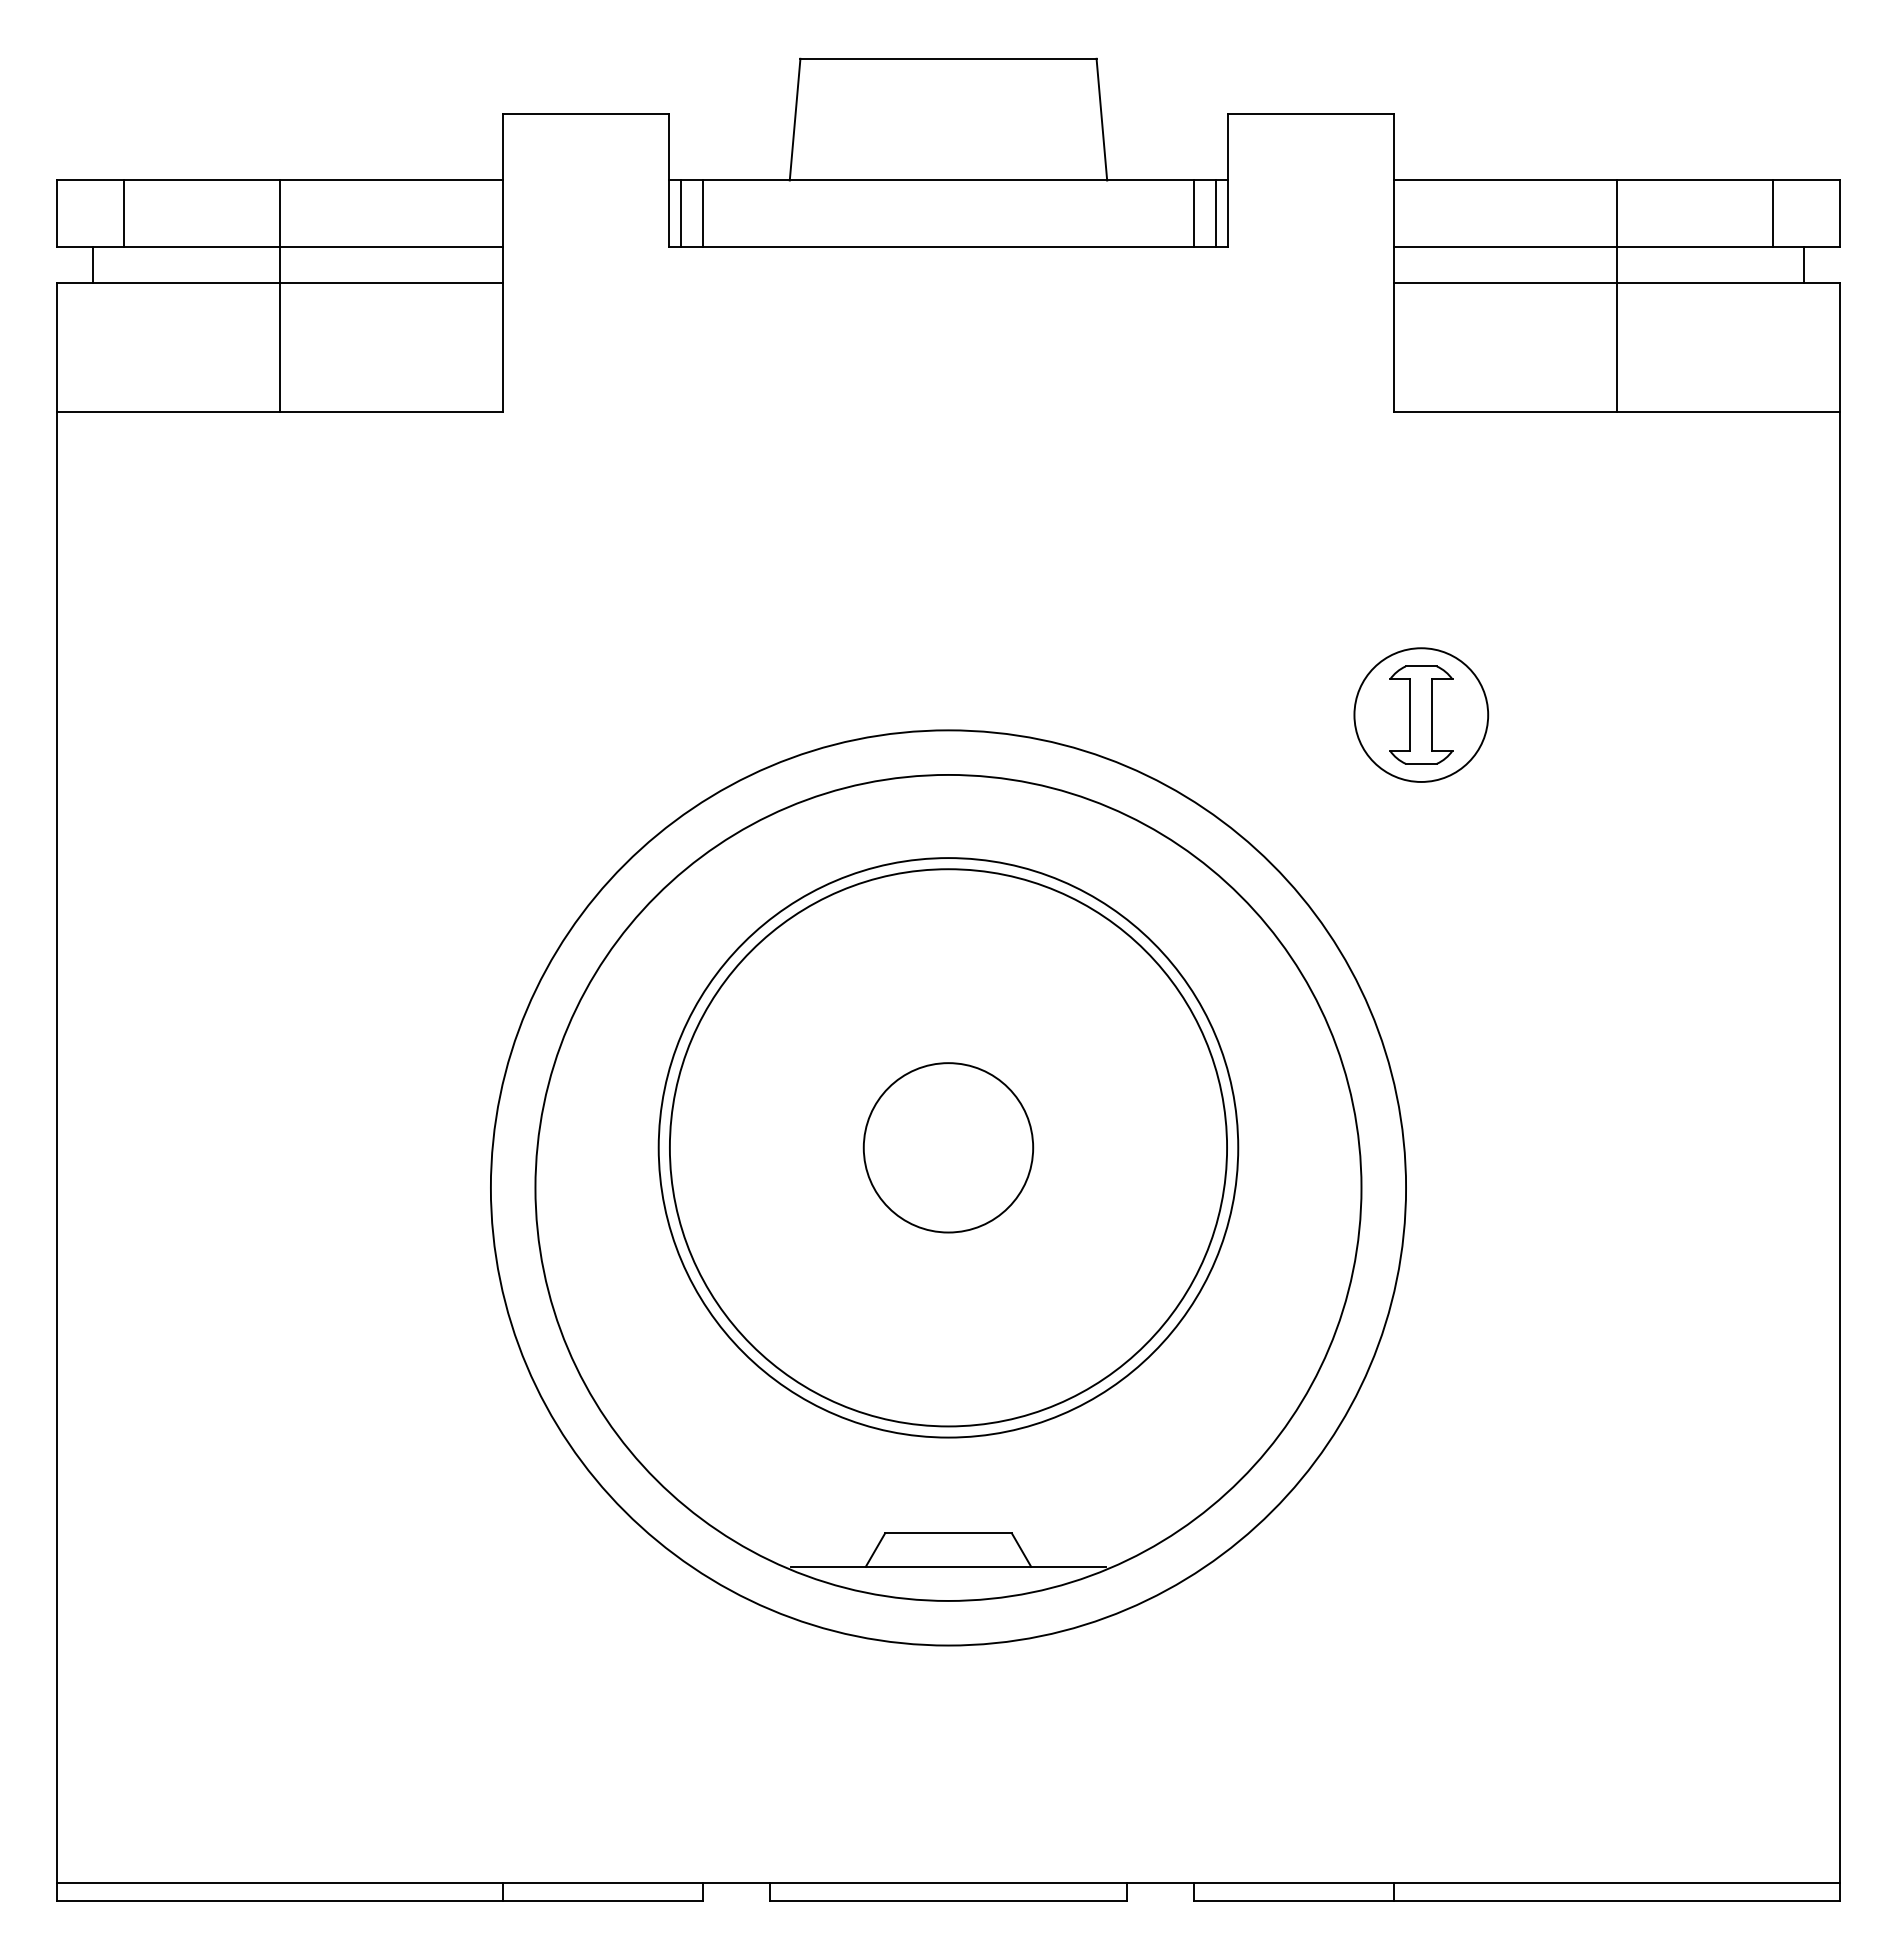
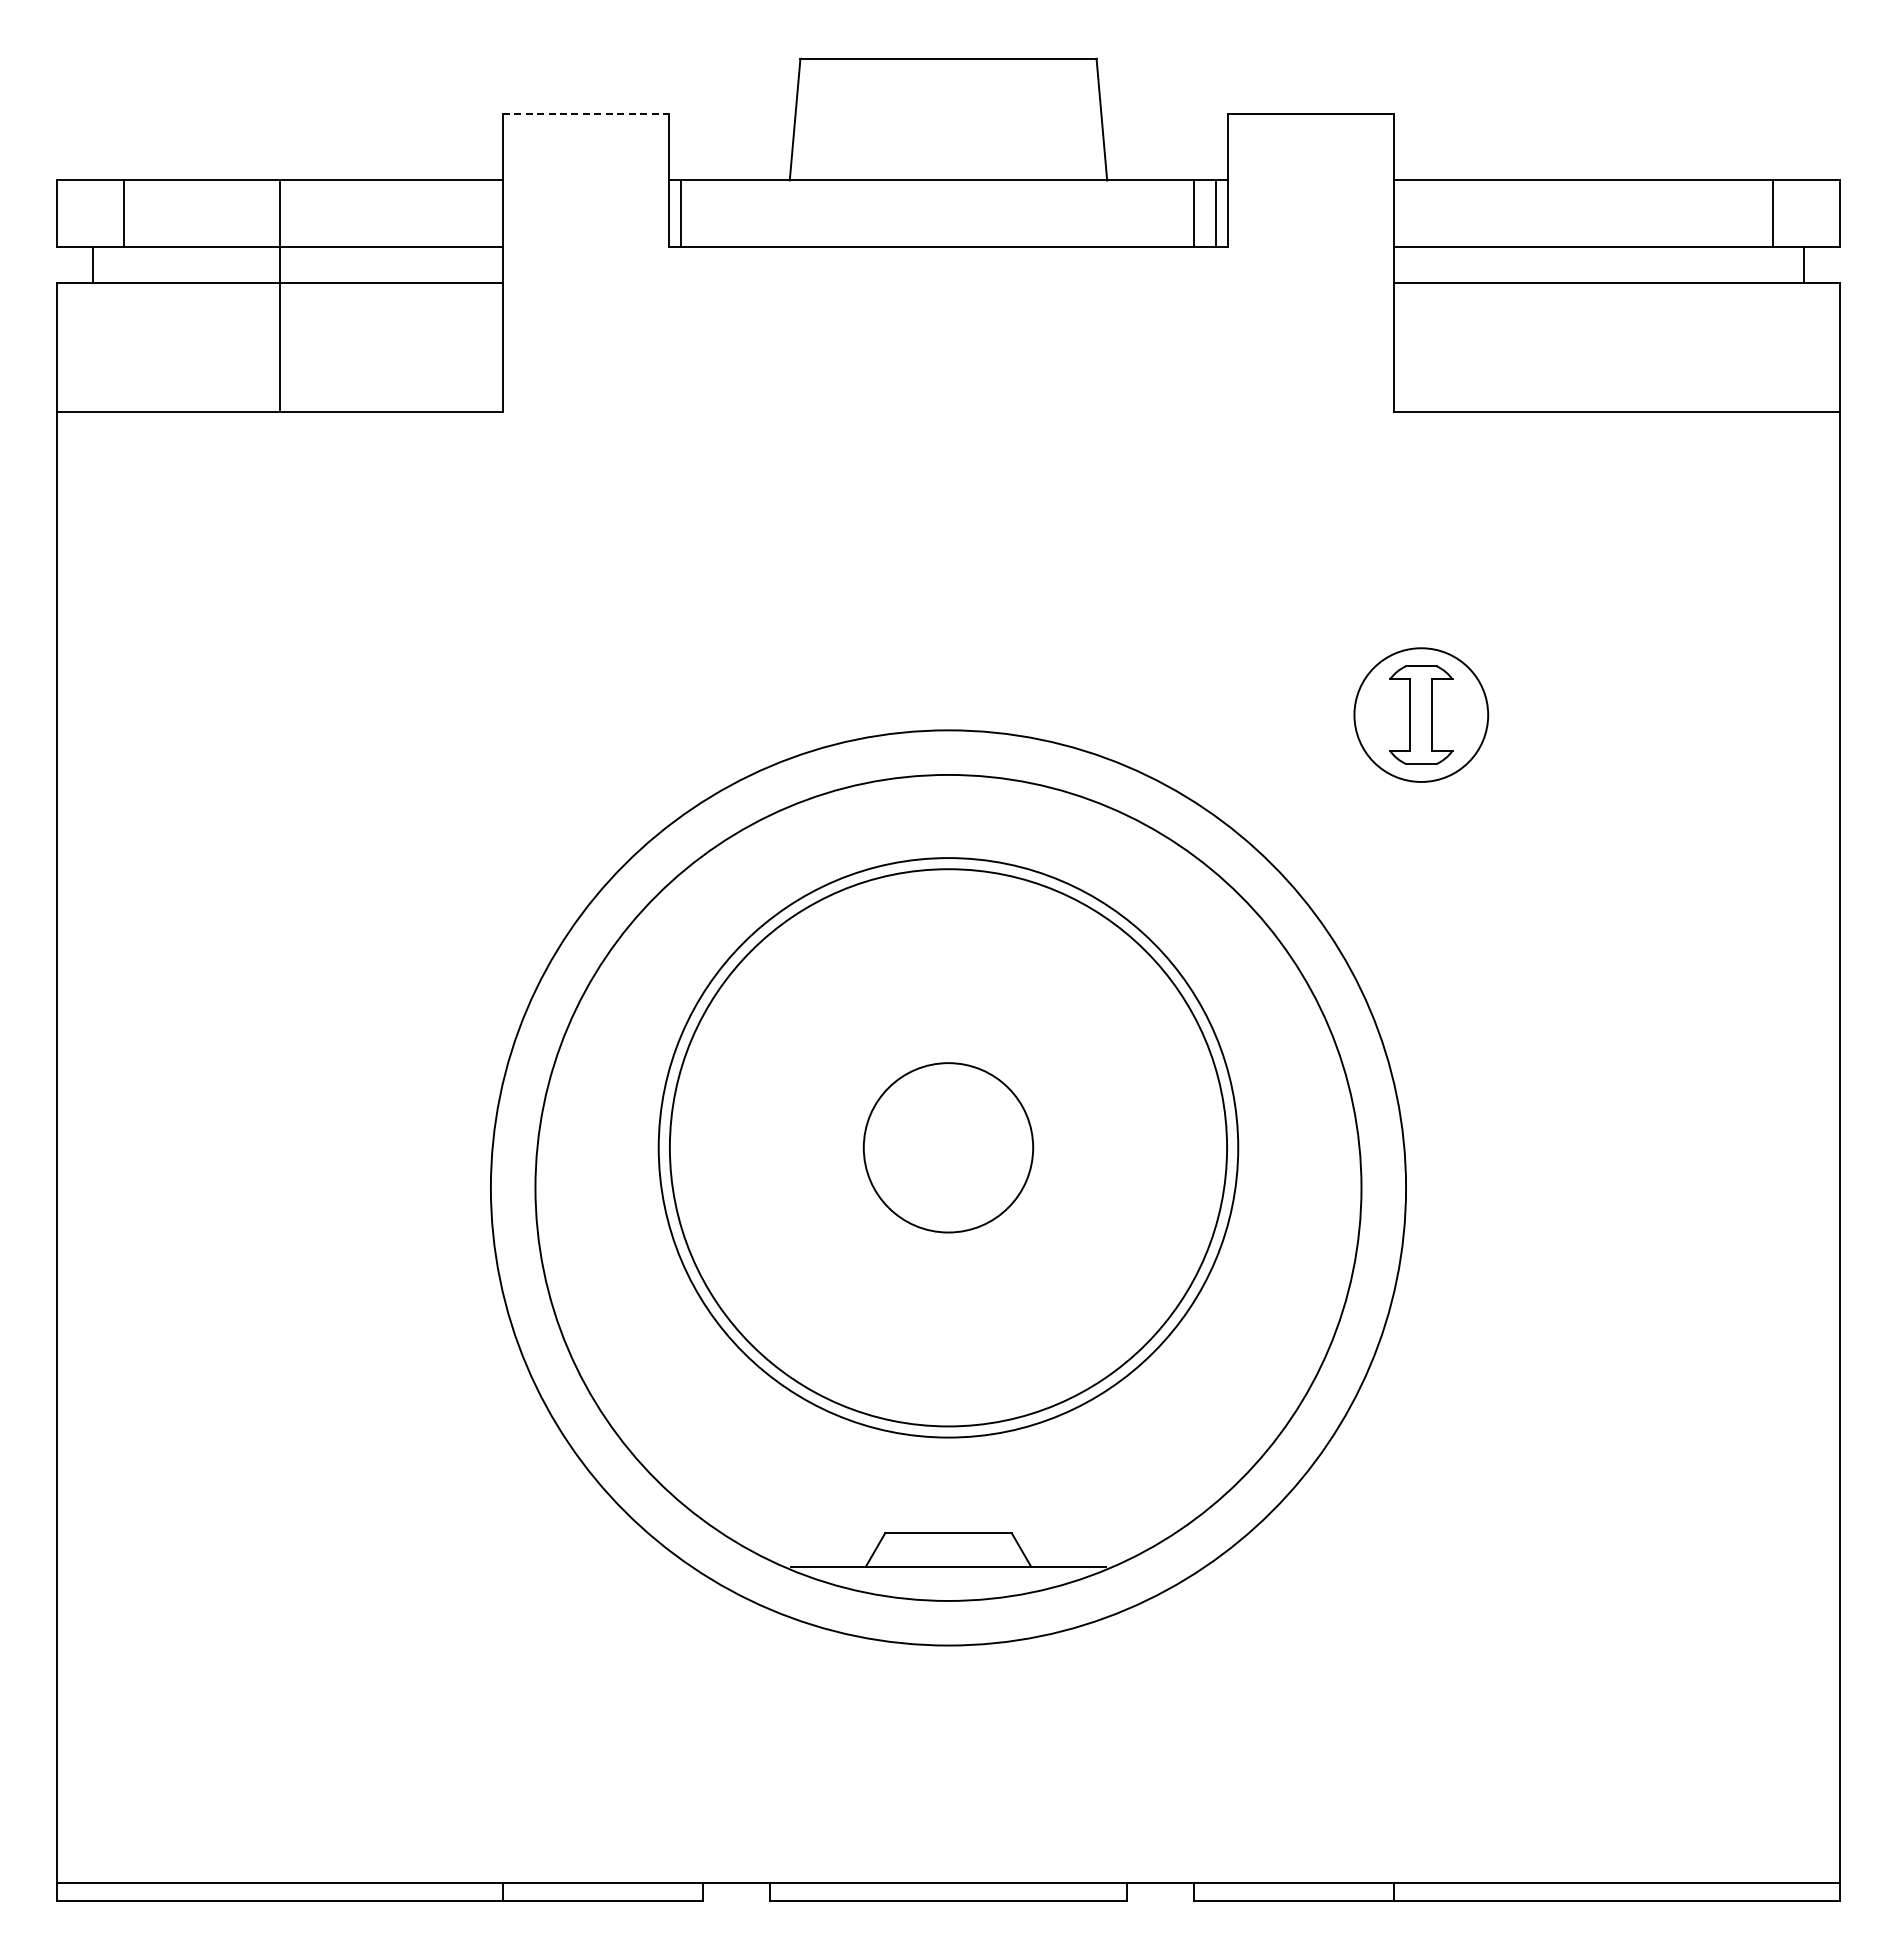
line at (586, 113): solid -> dashed
line at (703, 213): present -> none
line at (1617, 296): present -> none
